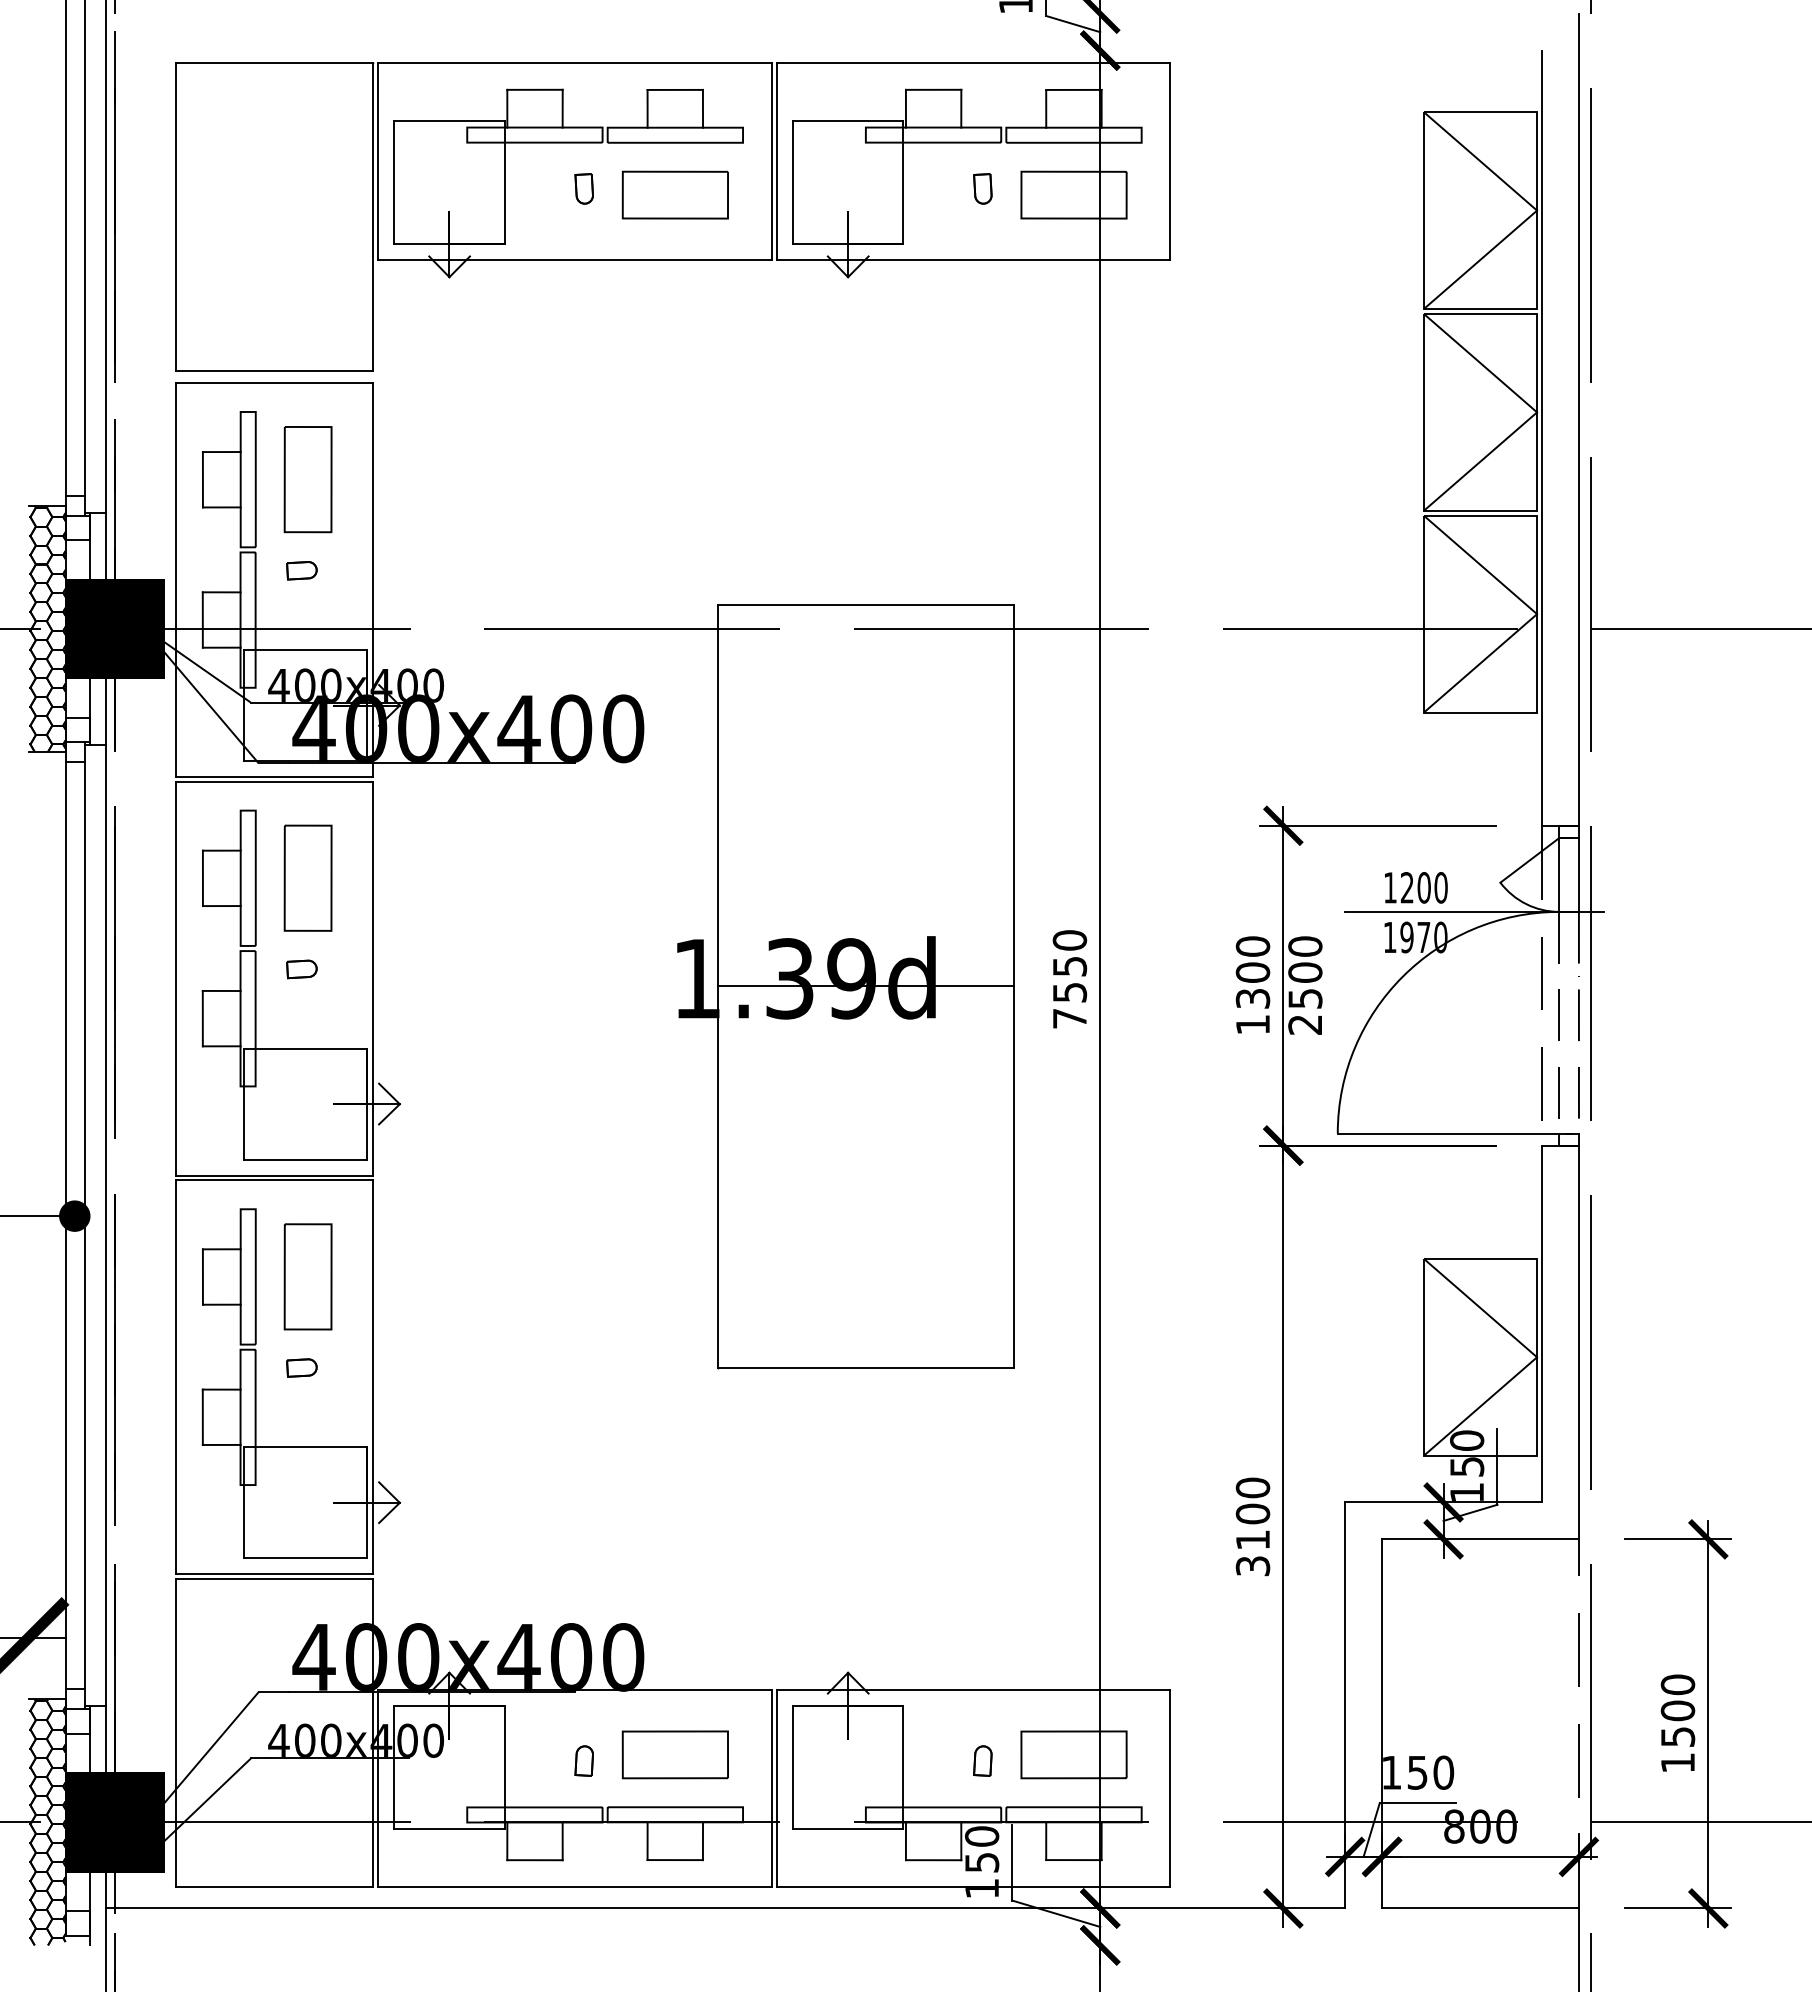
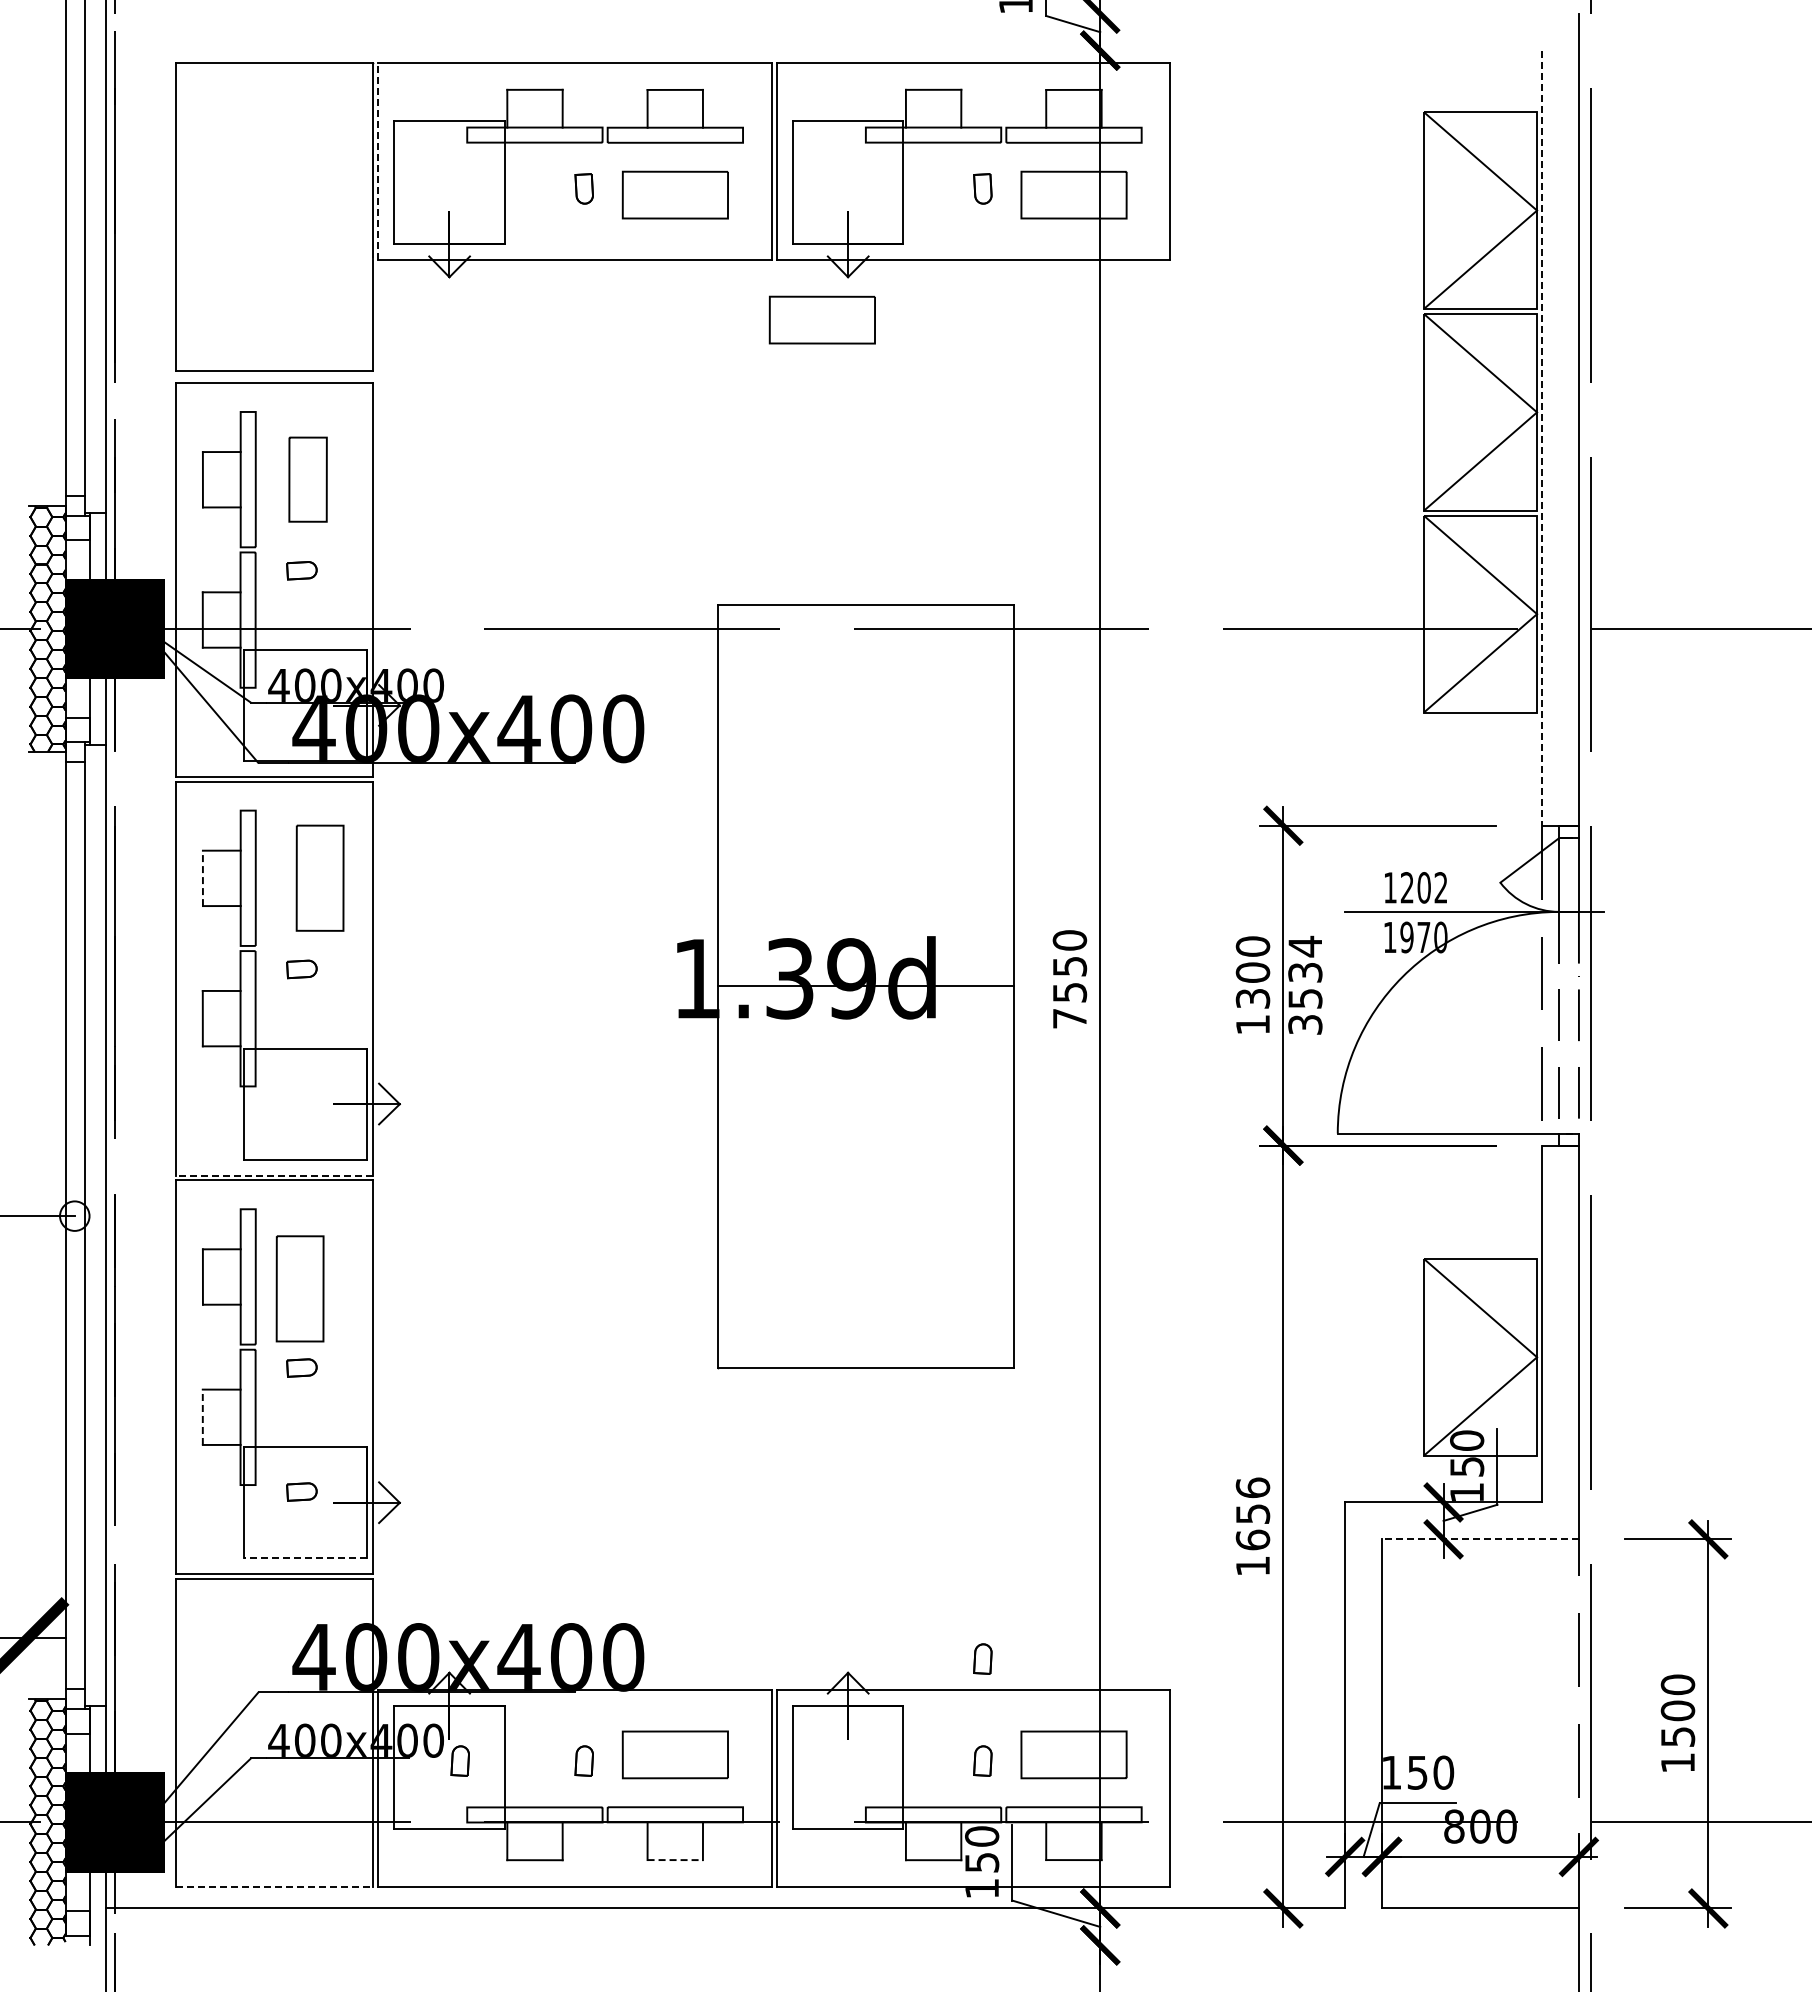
line at (378, 161): solid -> dashed
part at (821, 319): none -> present
line at (1542, 438): solid -> dashed
part at (307, 479) size: 50x108 px -> 40x87 px
part at (307, 877) position: (307, 877) -> (319, 877)
line at (202, 878): solid -> dashed
text at (1440, 887): 1200 -> 1202
text at (1305, 984): 2500 -> 3534
line at (274, 1175): solid -> dashed
fill at (74, 1215): present -> none
part at (307, 1276) position: (307, 1276) -> (299, 1288)
line at (202, 1417): solid -> dashed
part at (301, 1491): none -> present
text at (1252, 1526): 3100 -> 1656
line at (1479, 1539): solid -> dashed
line at (305, 1558): solid -> dashed
part at (982, 1658): none -> present
part at (459, 1760): none -> present
line at (675, 1860): solid -> dashed
line at (275, 1886): solid -> dashed
